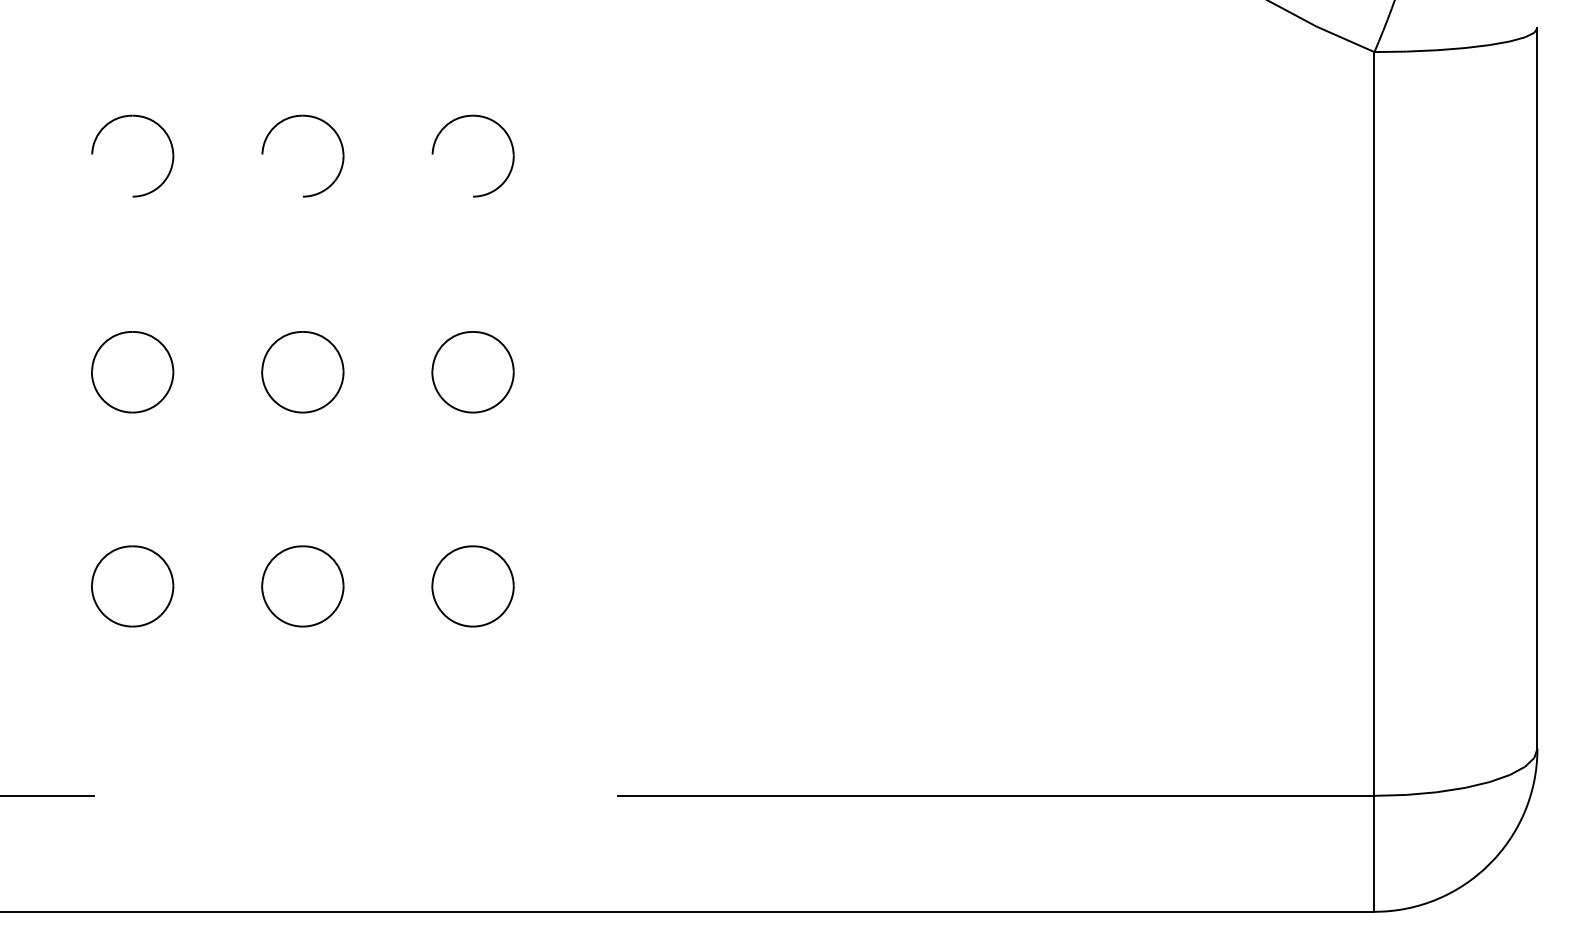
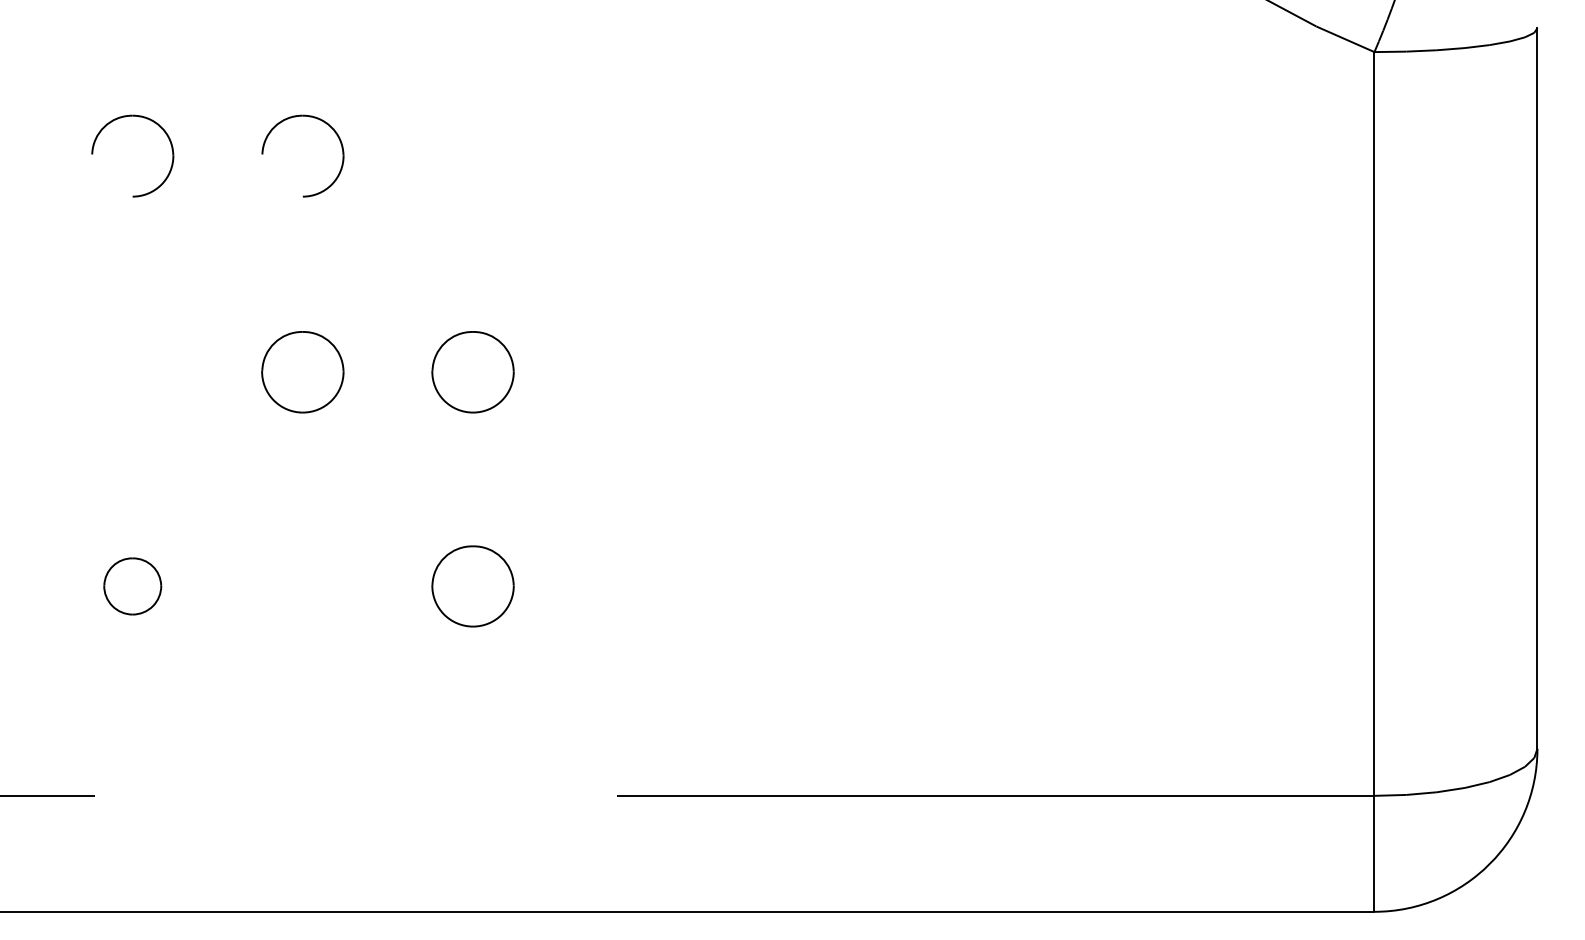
part at (466, 117): present -> none
part at (132, 372): present -> none
part at (132, 586) size: 84x83 px -> 60x59 px
part at (302, 586): present -> none
